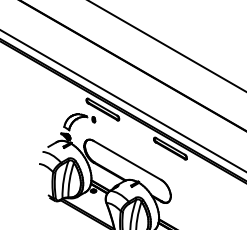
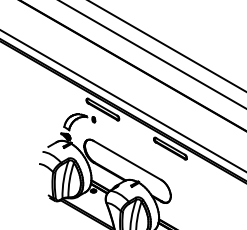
line at (152, 54): none -> present
